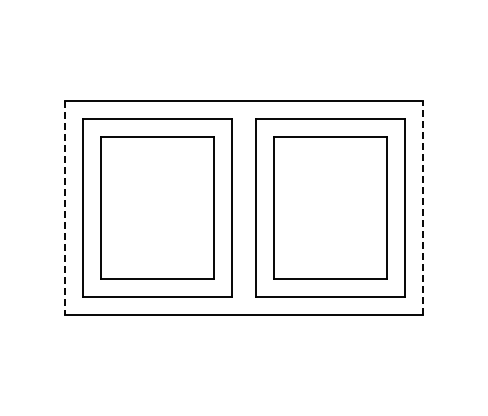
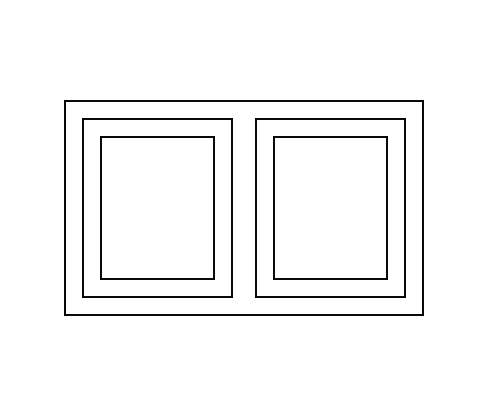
line at (422, 207): dashed -> solid
line at (65, 208): dashed -> solid
